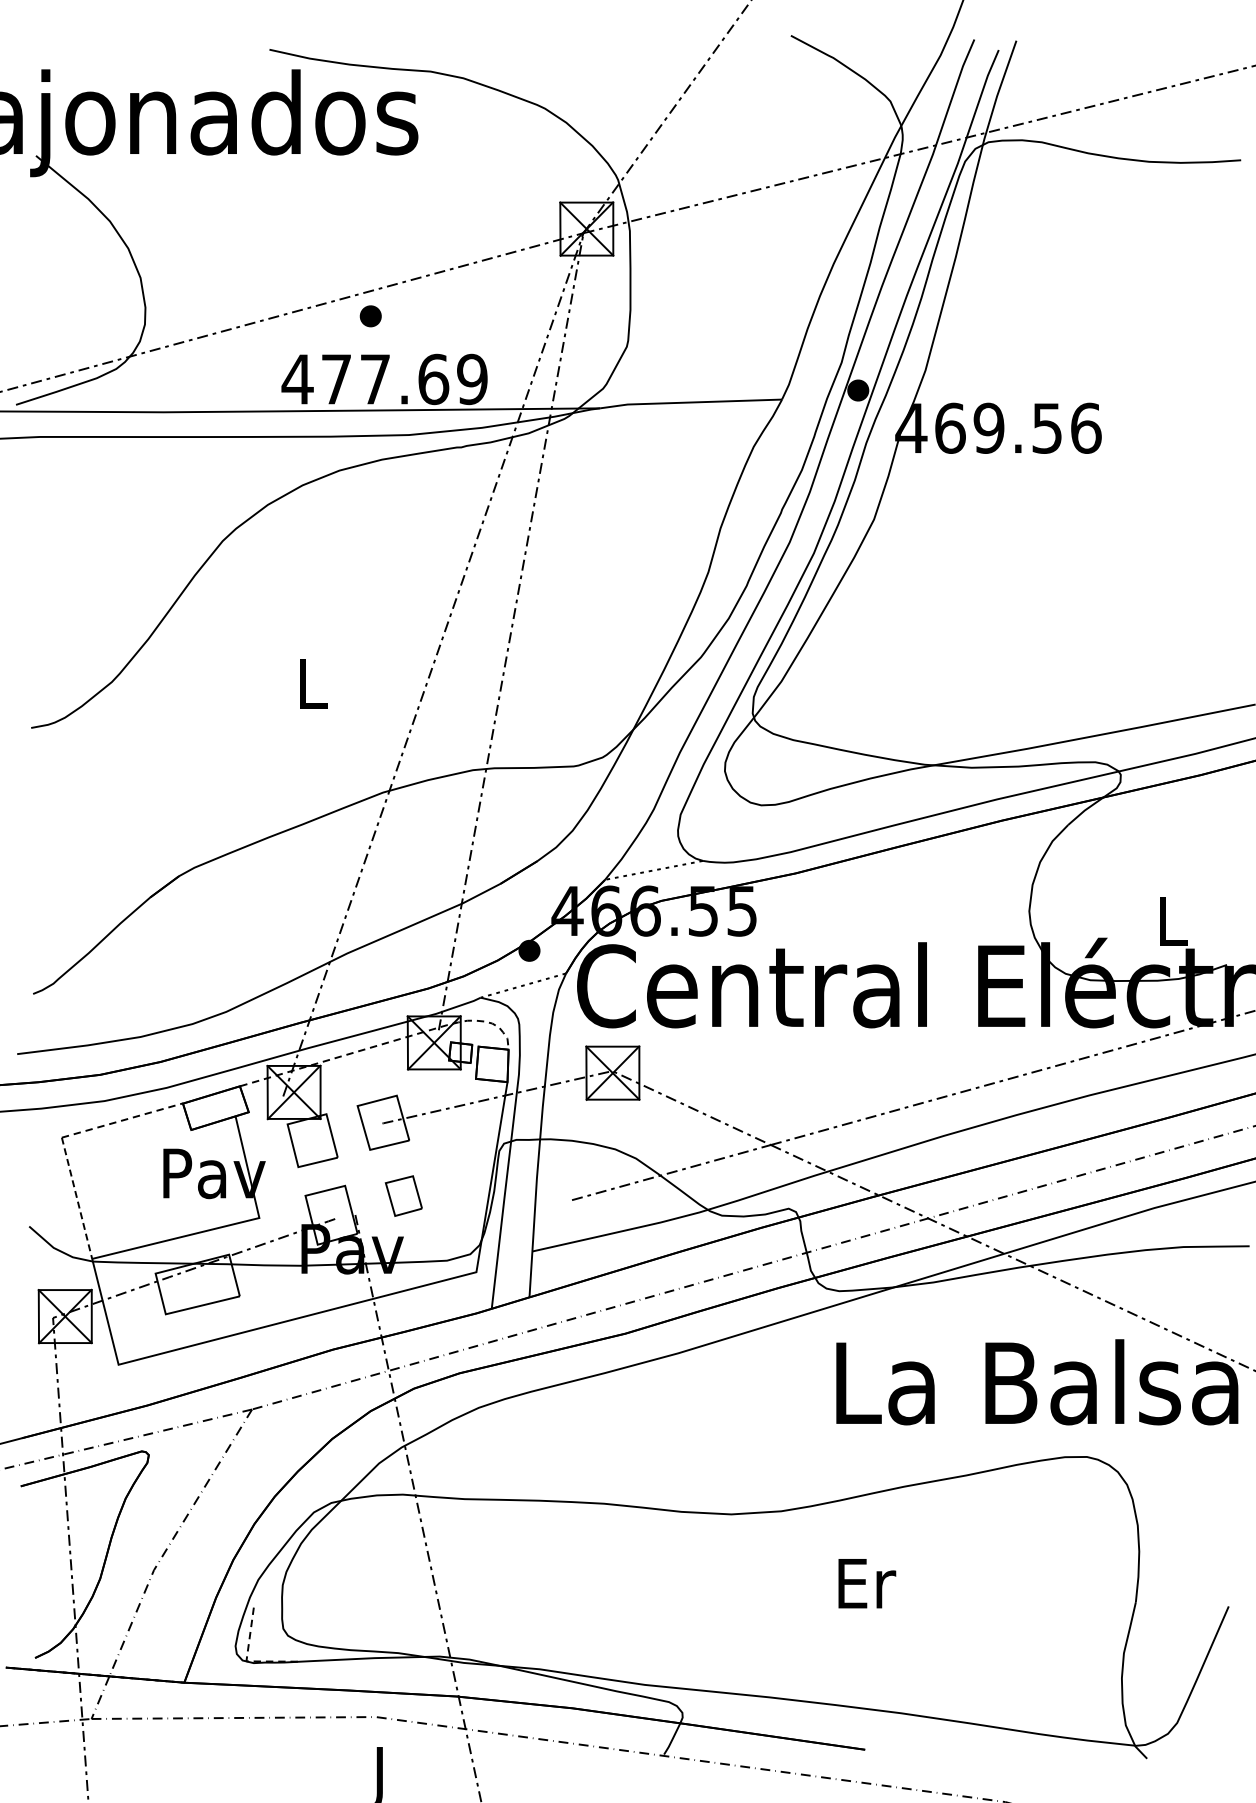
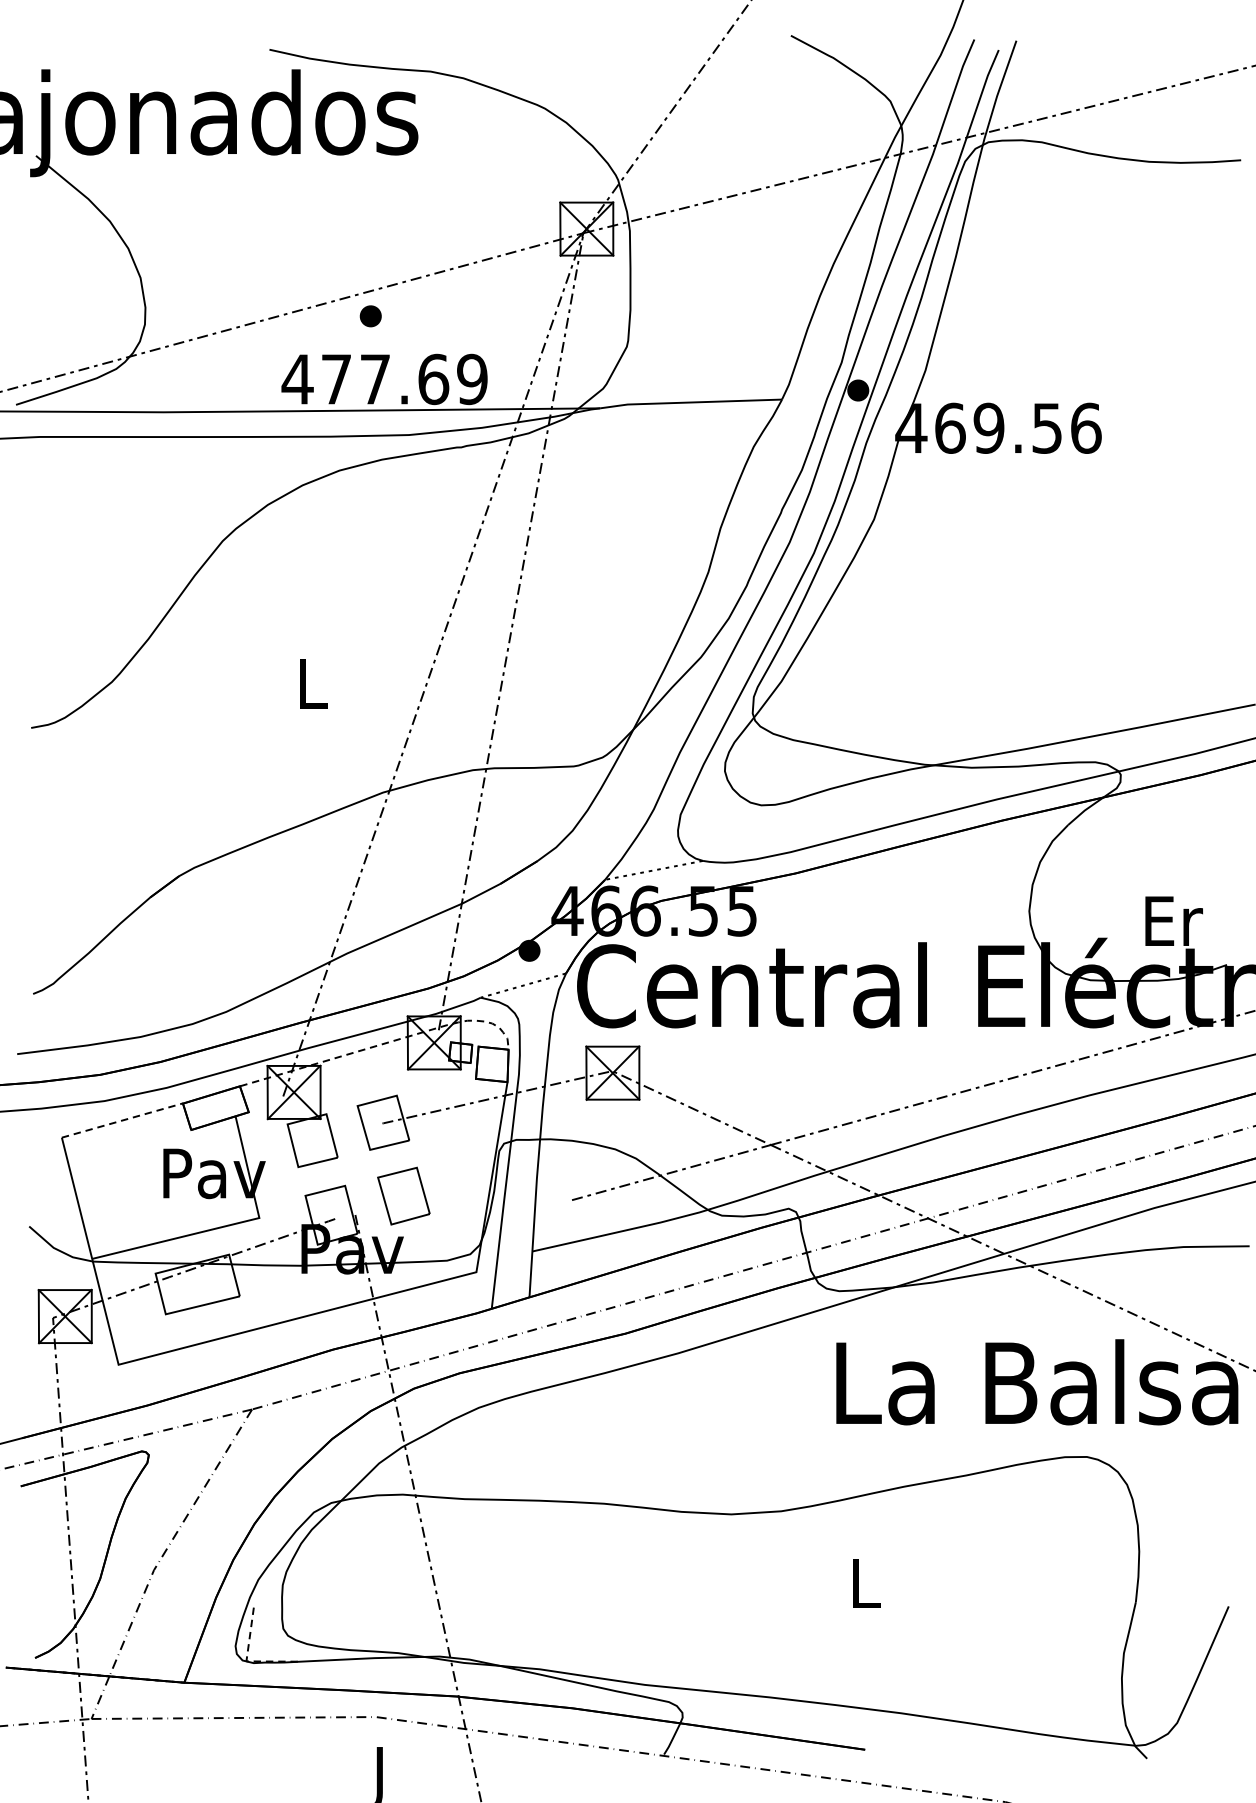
text at (1174, 920): L -> Er
part at (403, 1195) size: 39x42 px -> 54x60 px
line at (77, 1198): dashed -> solid
text at (867, 1583): Er -> L
